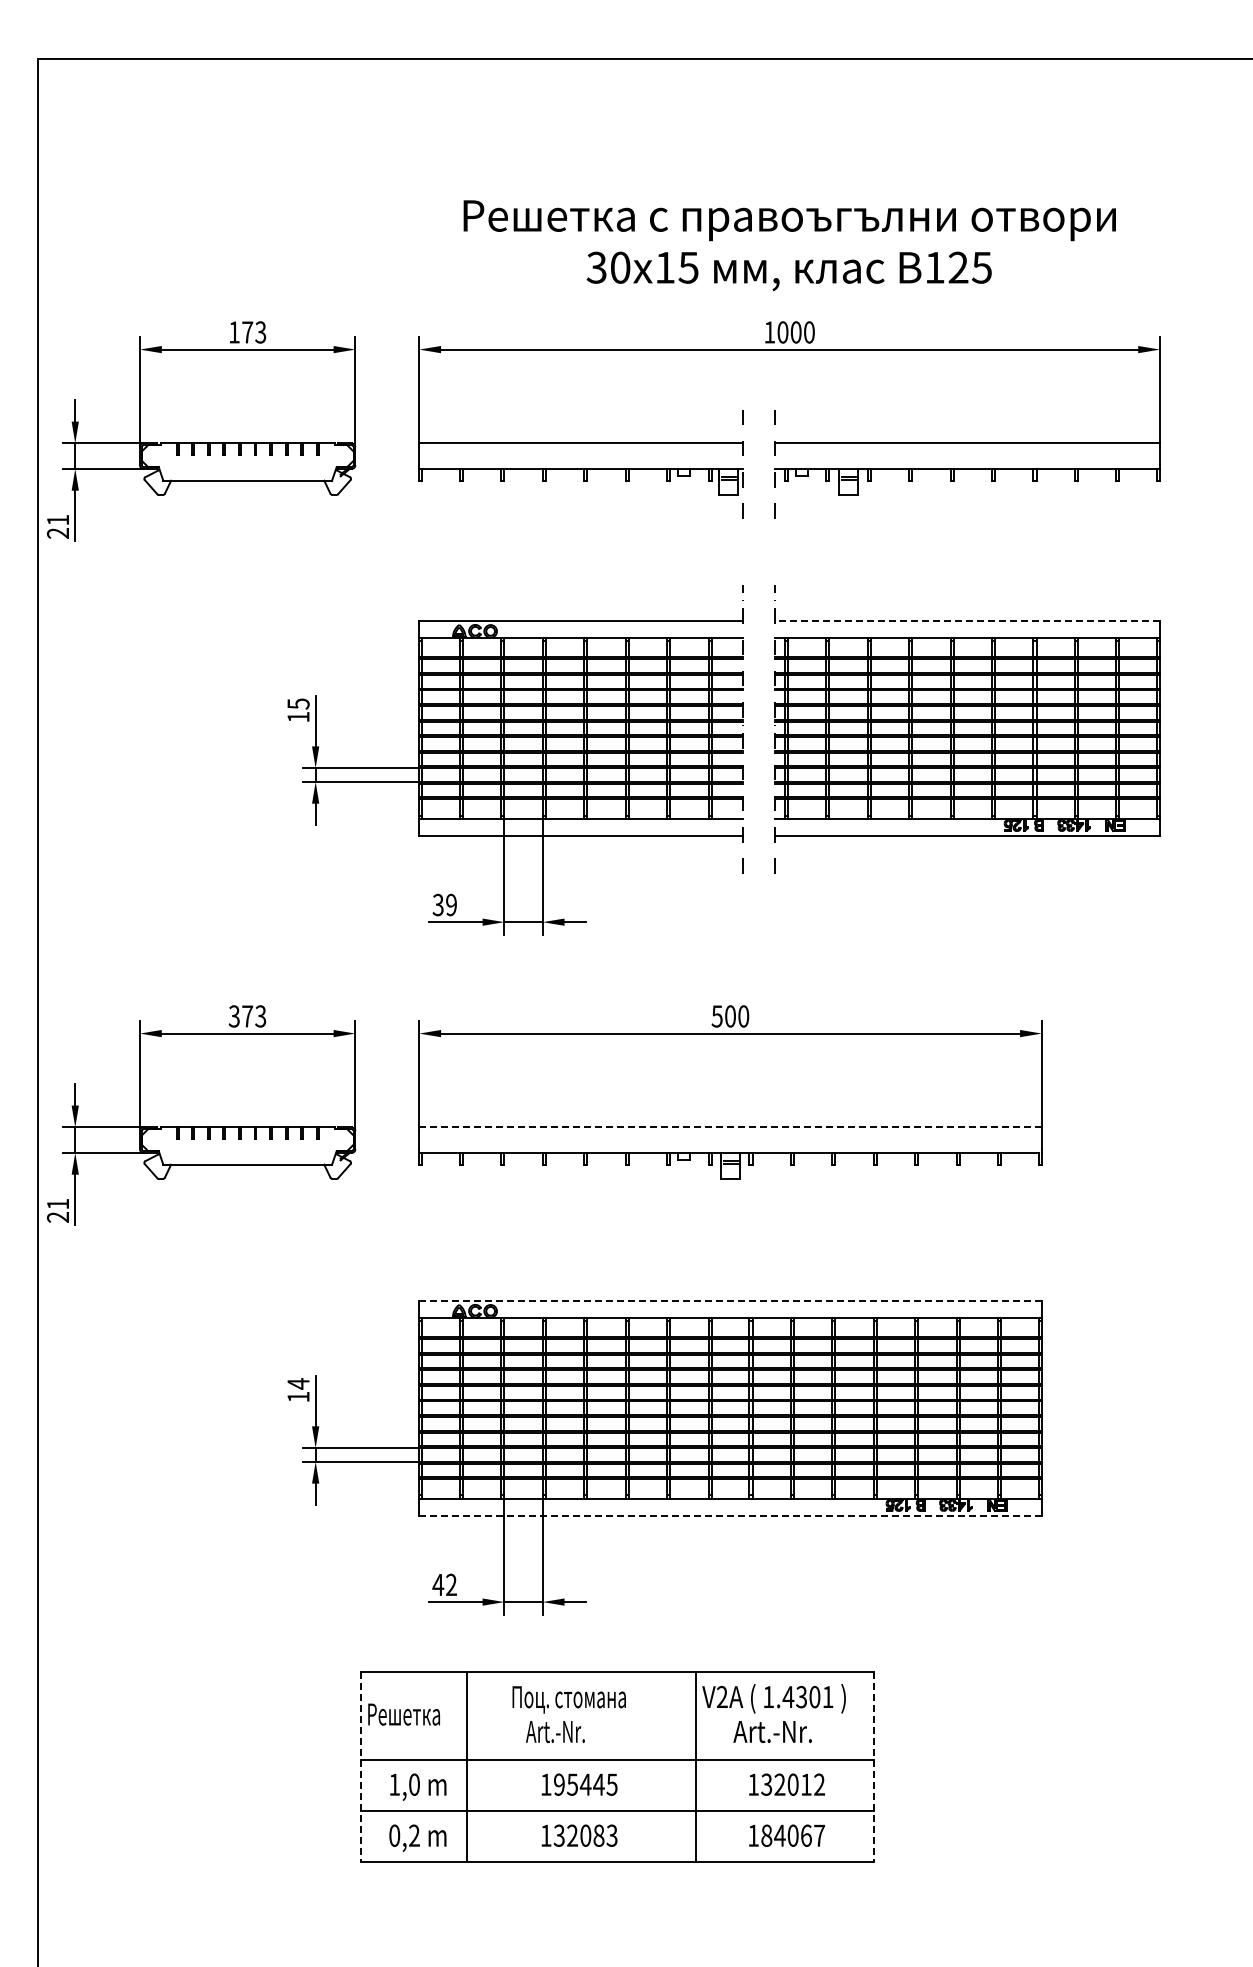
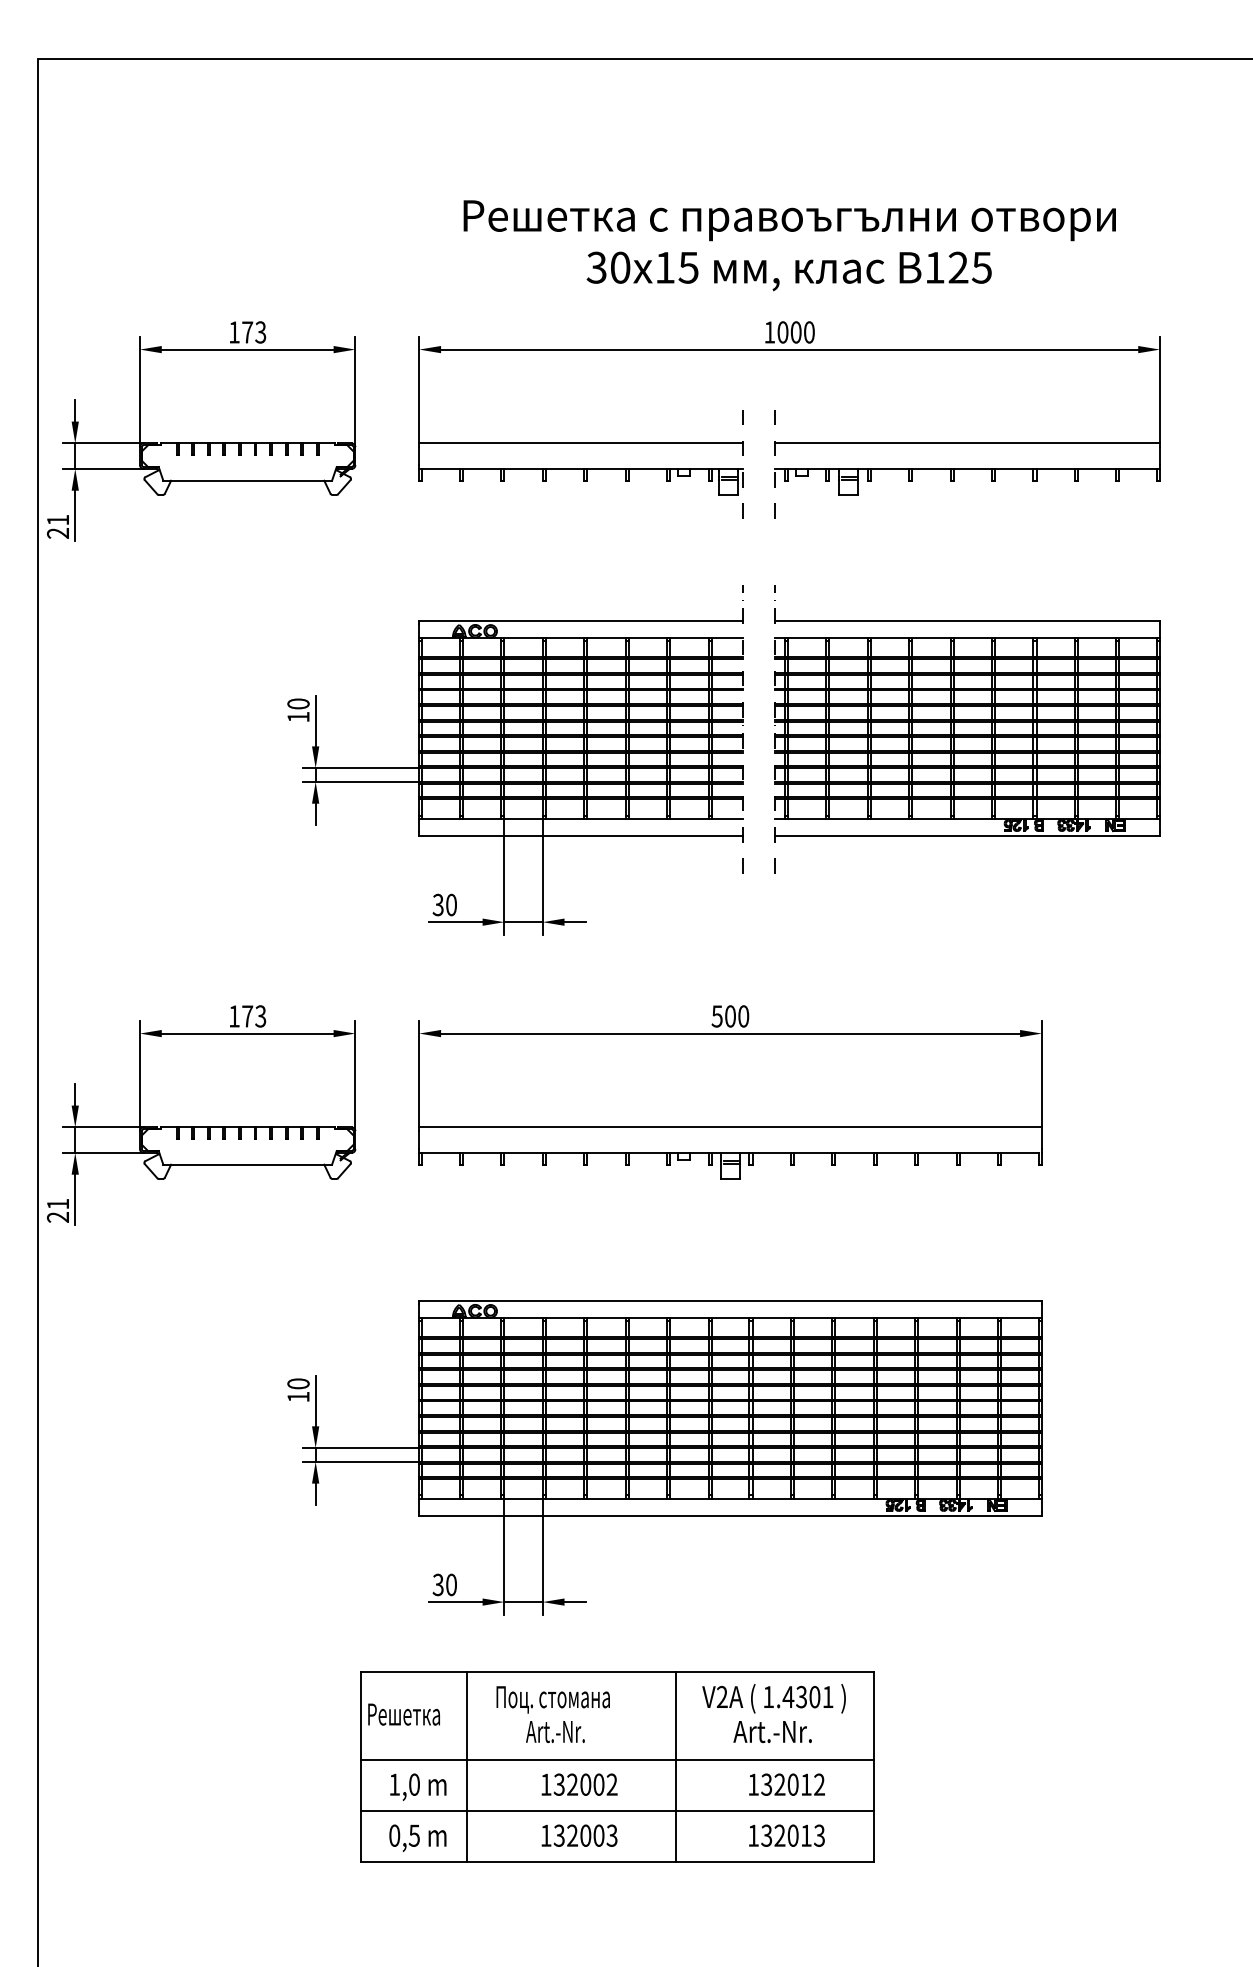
line at (967, 620): dashed -> solid
text at (298, 703): 15 -> 10
text at (451, 905): 39 -> 30
text at (233, 1016): 373 -> 173
line at (730, 1127): dashed -> solid
line at (730, 1300): dashed -> solid
text at (298, 1383): 14 -> 10
line at (730, 1515): dashed -> solid
text at (444, 1584): 42 -> 30
text at (568, 1699) position: (568, 1699) -> (552, 1699)
line at (360, 1766): dashed -> solid
line at (695, 1766) position: (695, 1766) -> (675, 1766)
line at (874, 1766): dashed -> solid
text at (585, 1784): 195445 -> 132002
text at (413, 1835): 0,2 -> 0,5
text at (598, 1835): 132083 -> 132003
text at (793, 1835): 184067 -> 132013
